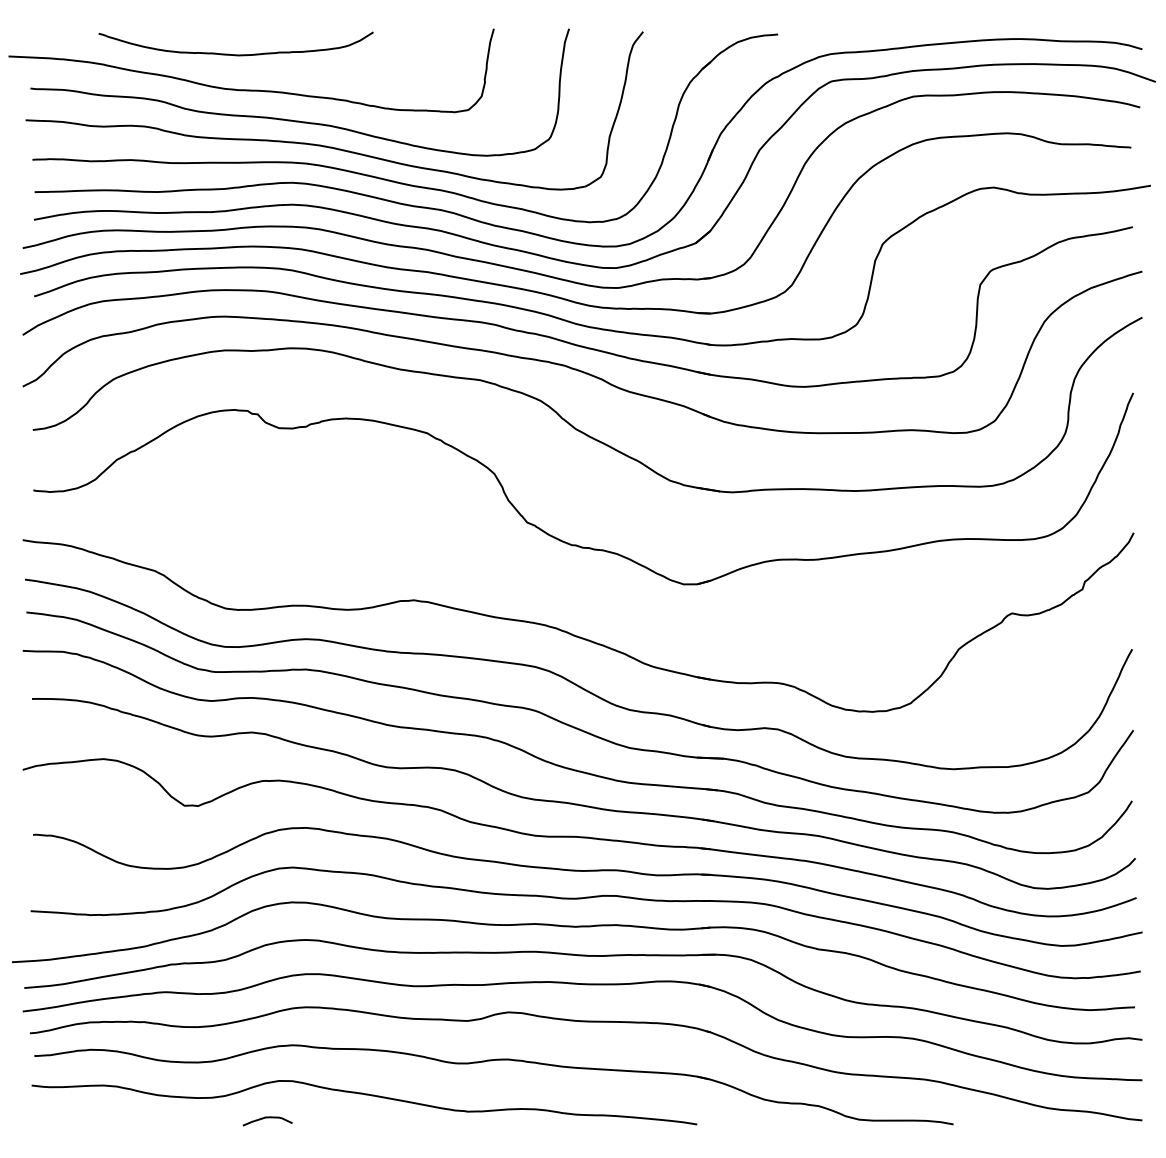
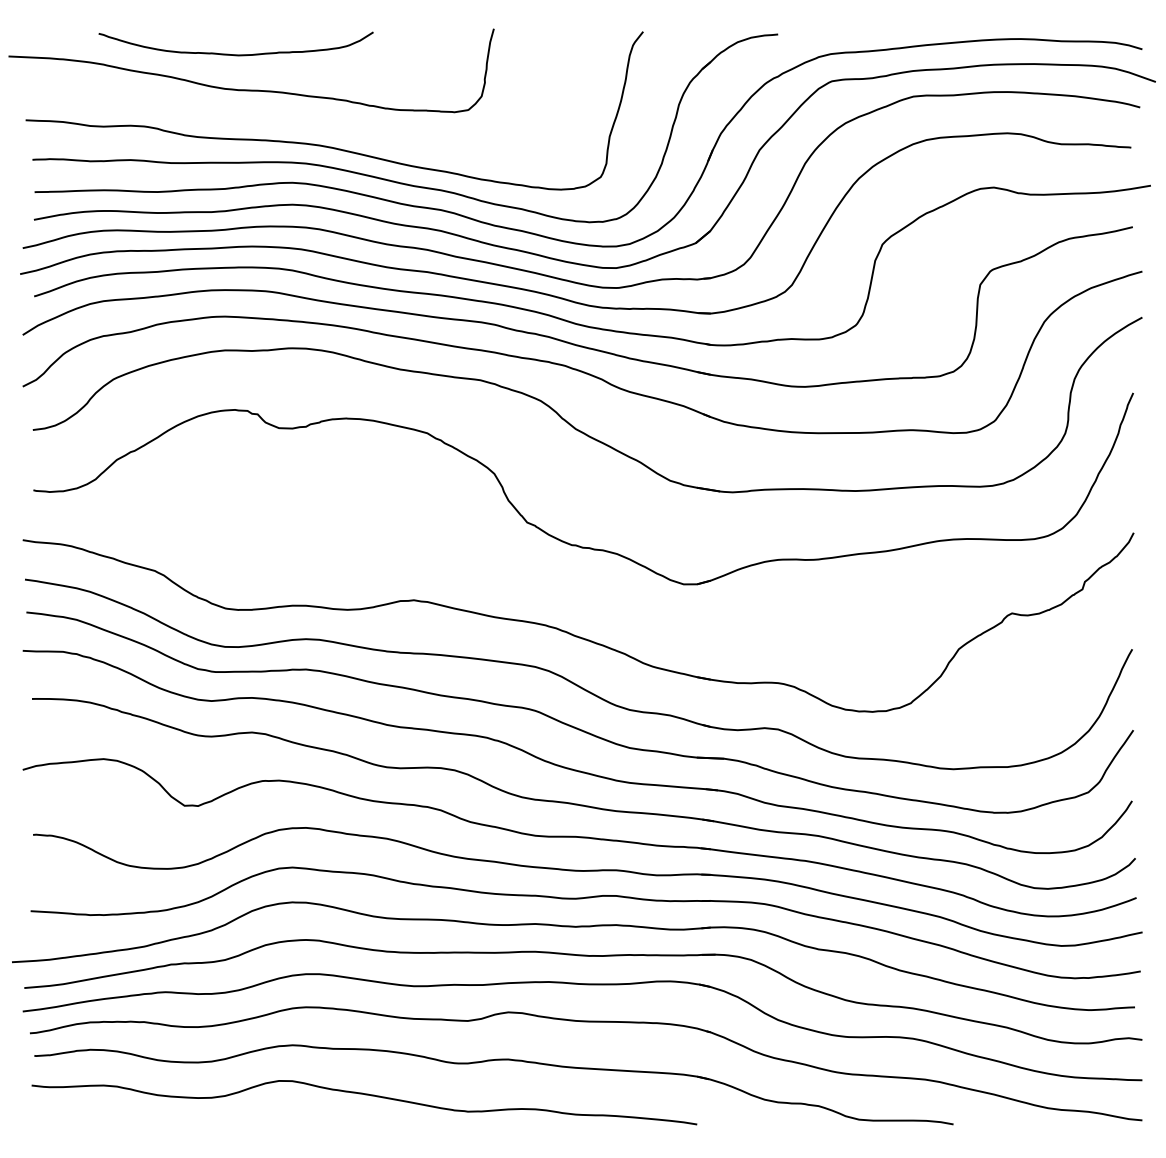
curve at (299, 120): present -> none
curve at (267, 1118): present -> none
